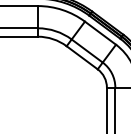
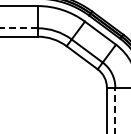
line at (18, 28): solid -> dashed
line at (115, 110): solid -> dashed
